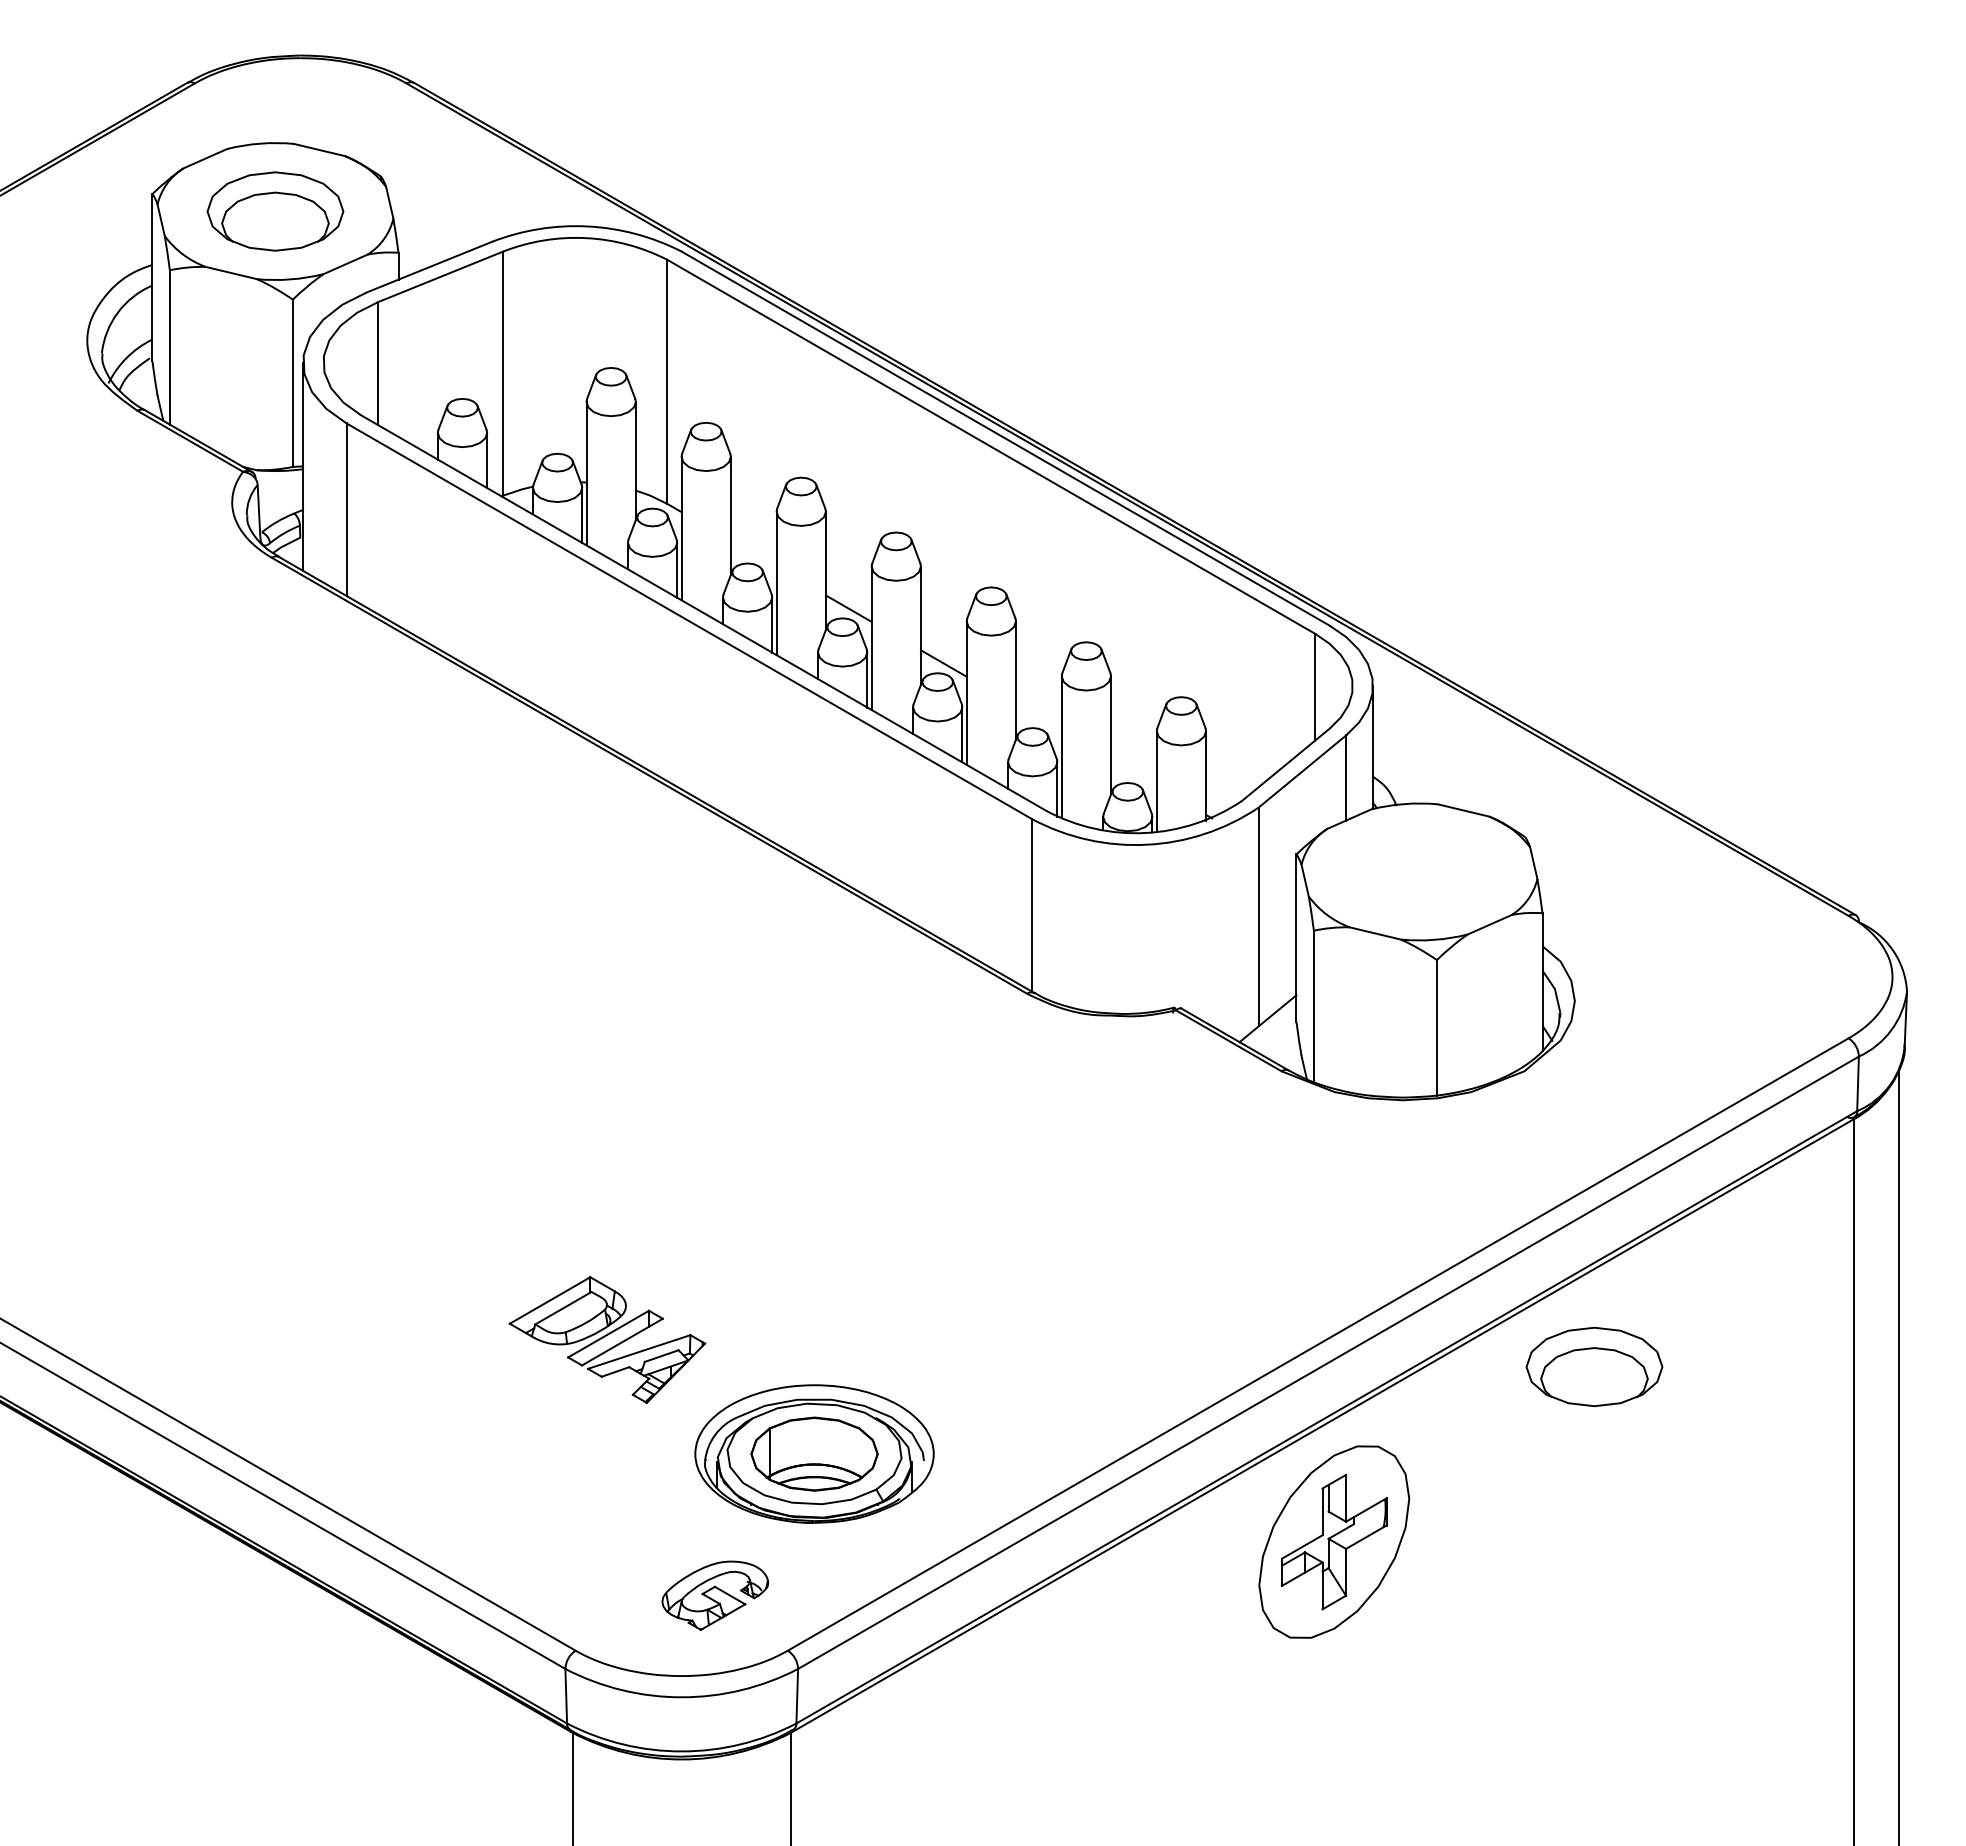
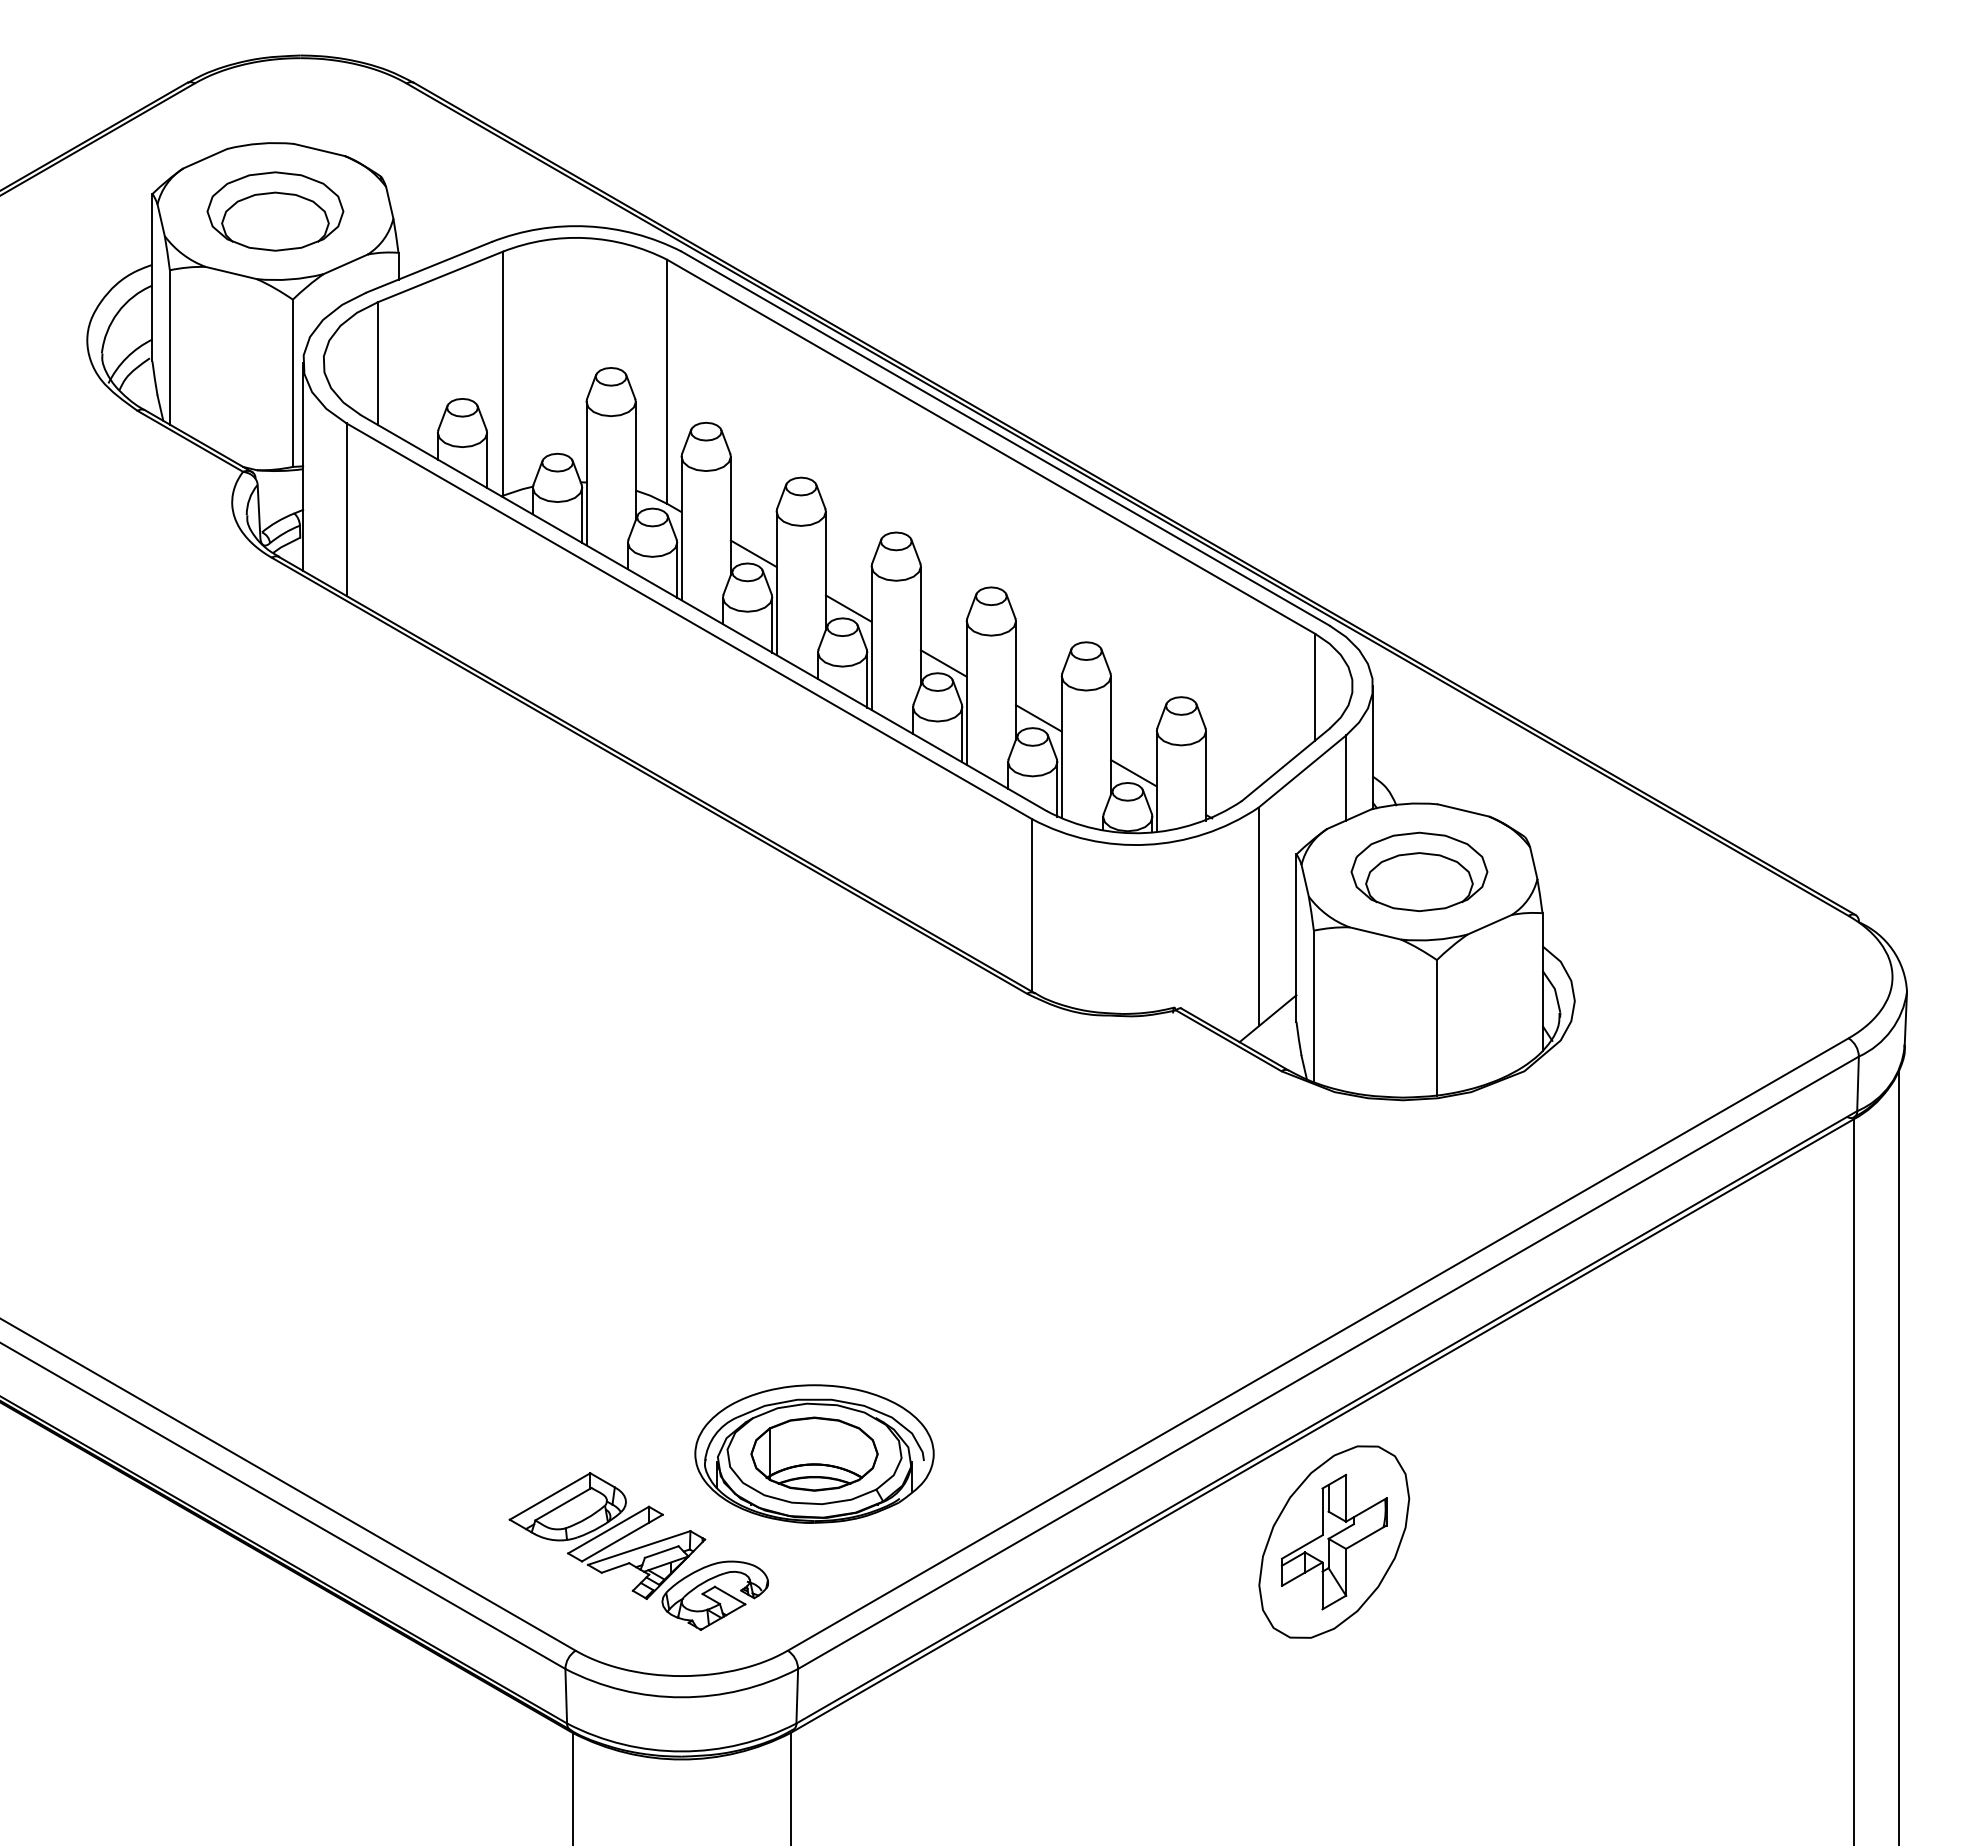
line at (753, 553): none -> present
line at (1038, 718): none -> present
line at (1133, 773): none -> present
part at (607, 1339) position: (607, 1339) -> (607, 1535)
part at (1594, 1366) position: (1594, 1366) -> (1419, 871)
